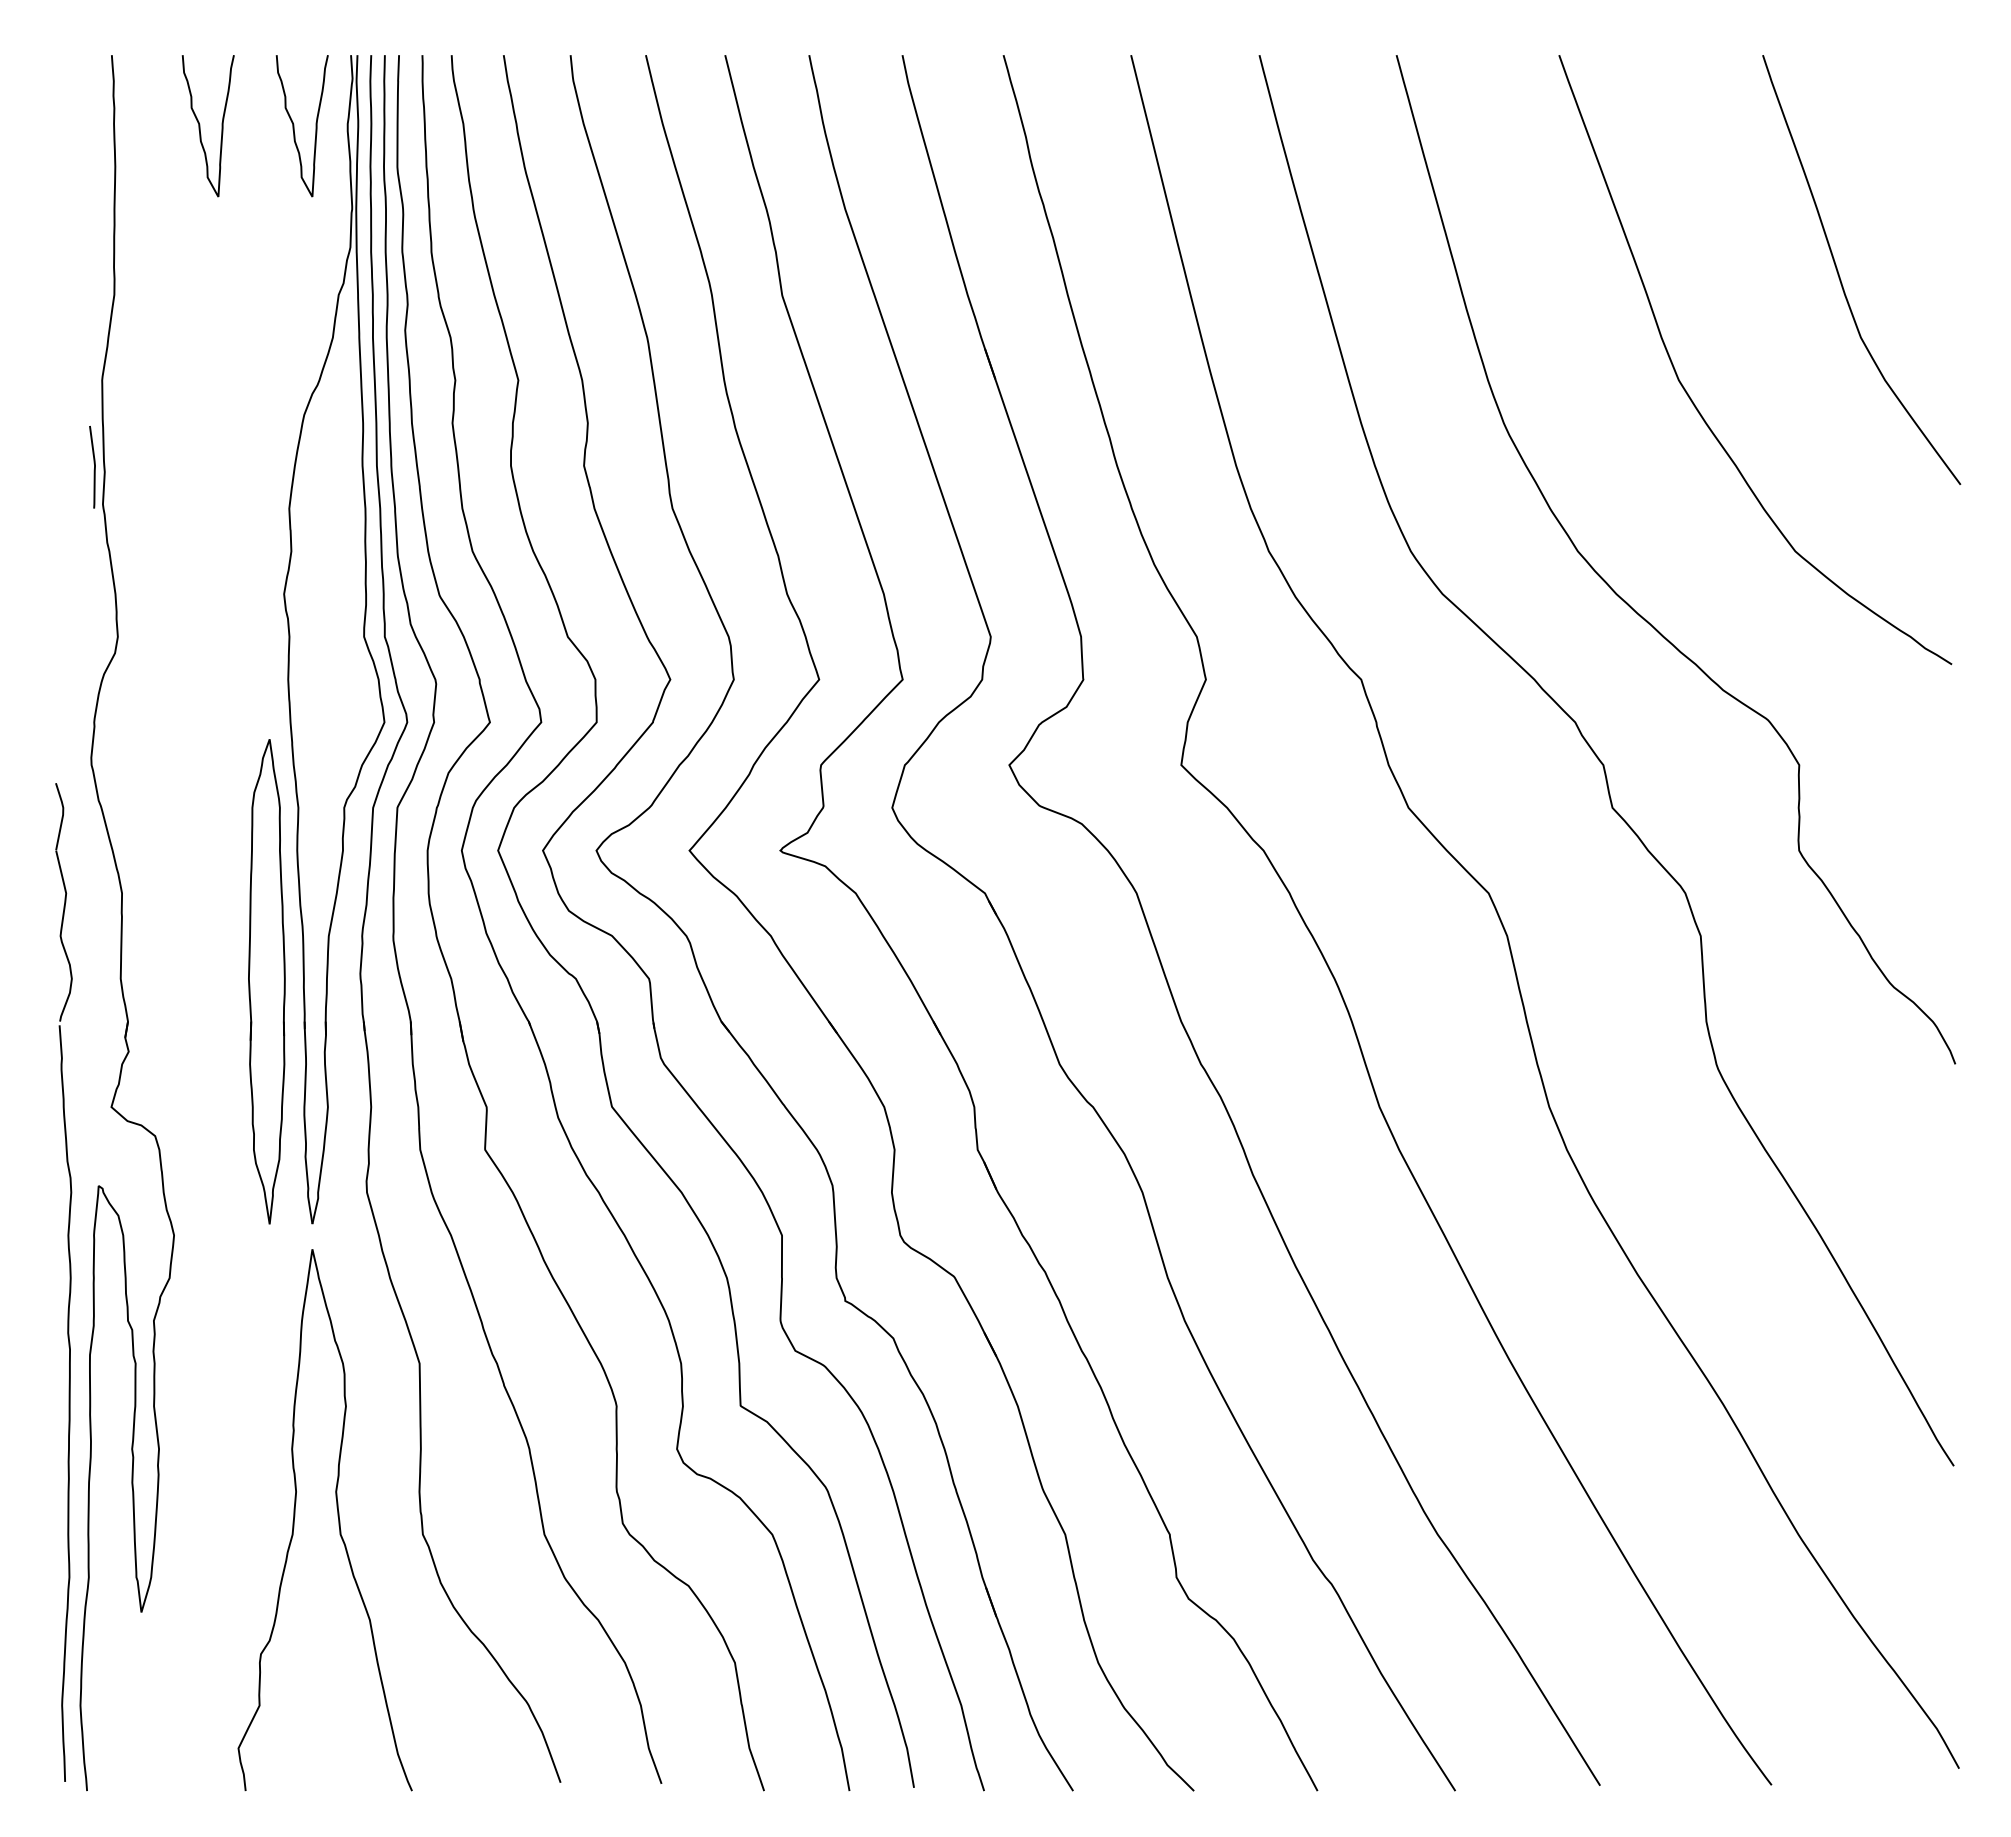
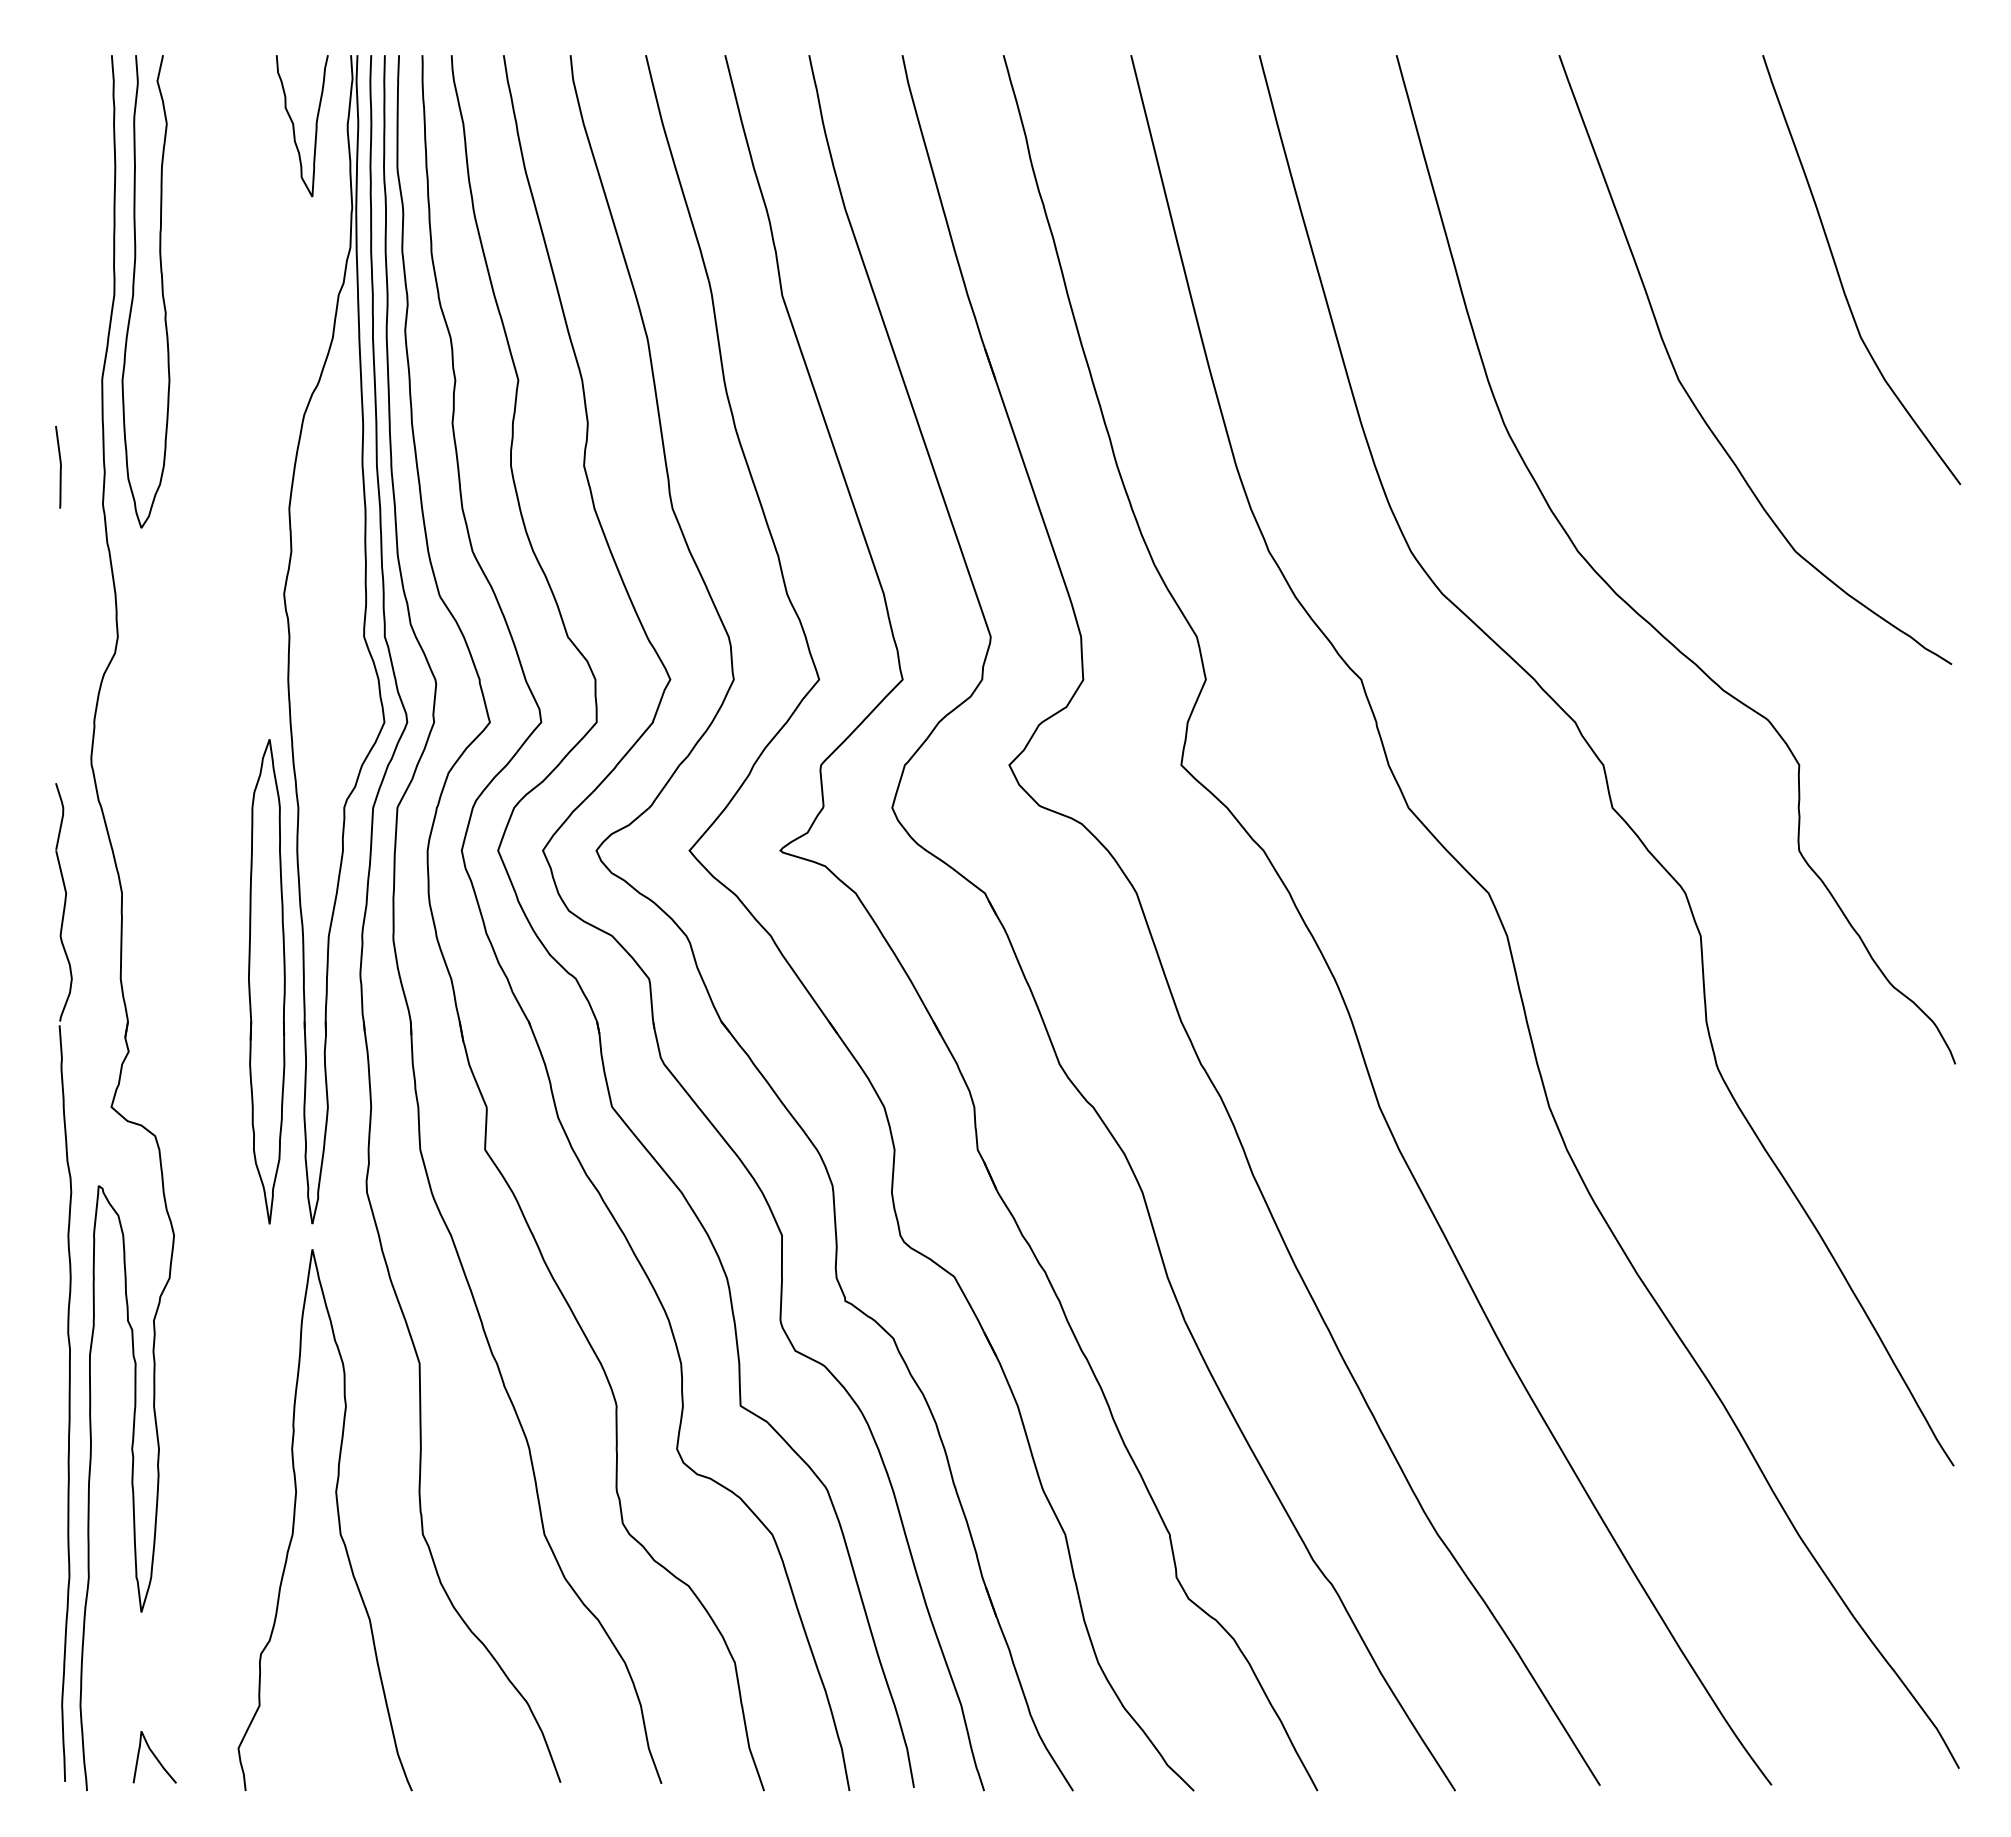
curve at (200, 126): present -> none
curve at (134, 291): none -> present
curve at (94, 467) position: (94, 467) -> (60, 467)
curve at (154, 1757): none -> present
